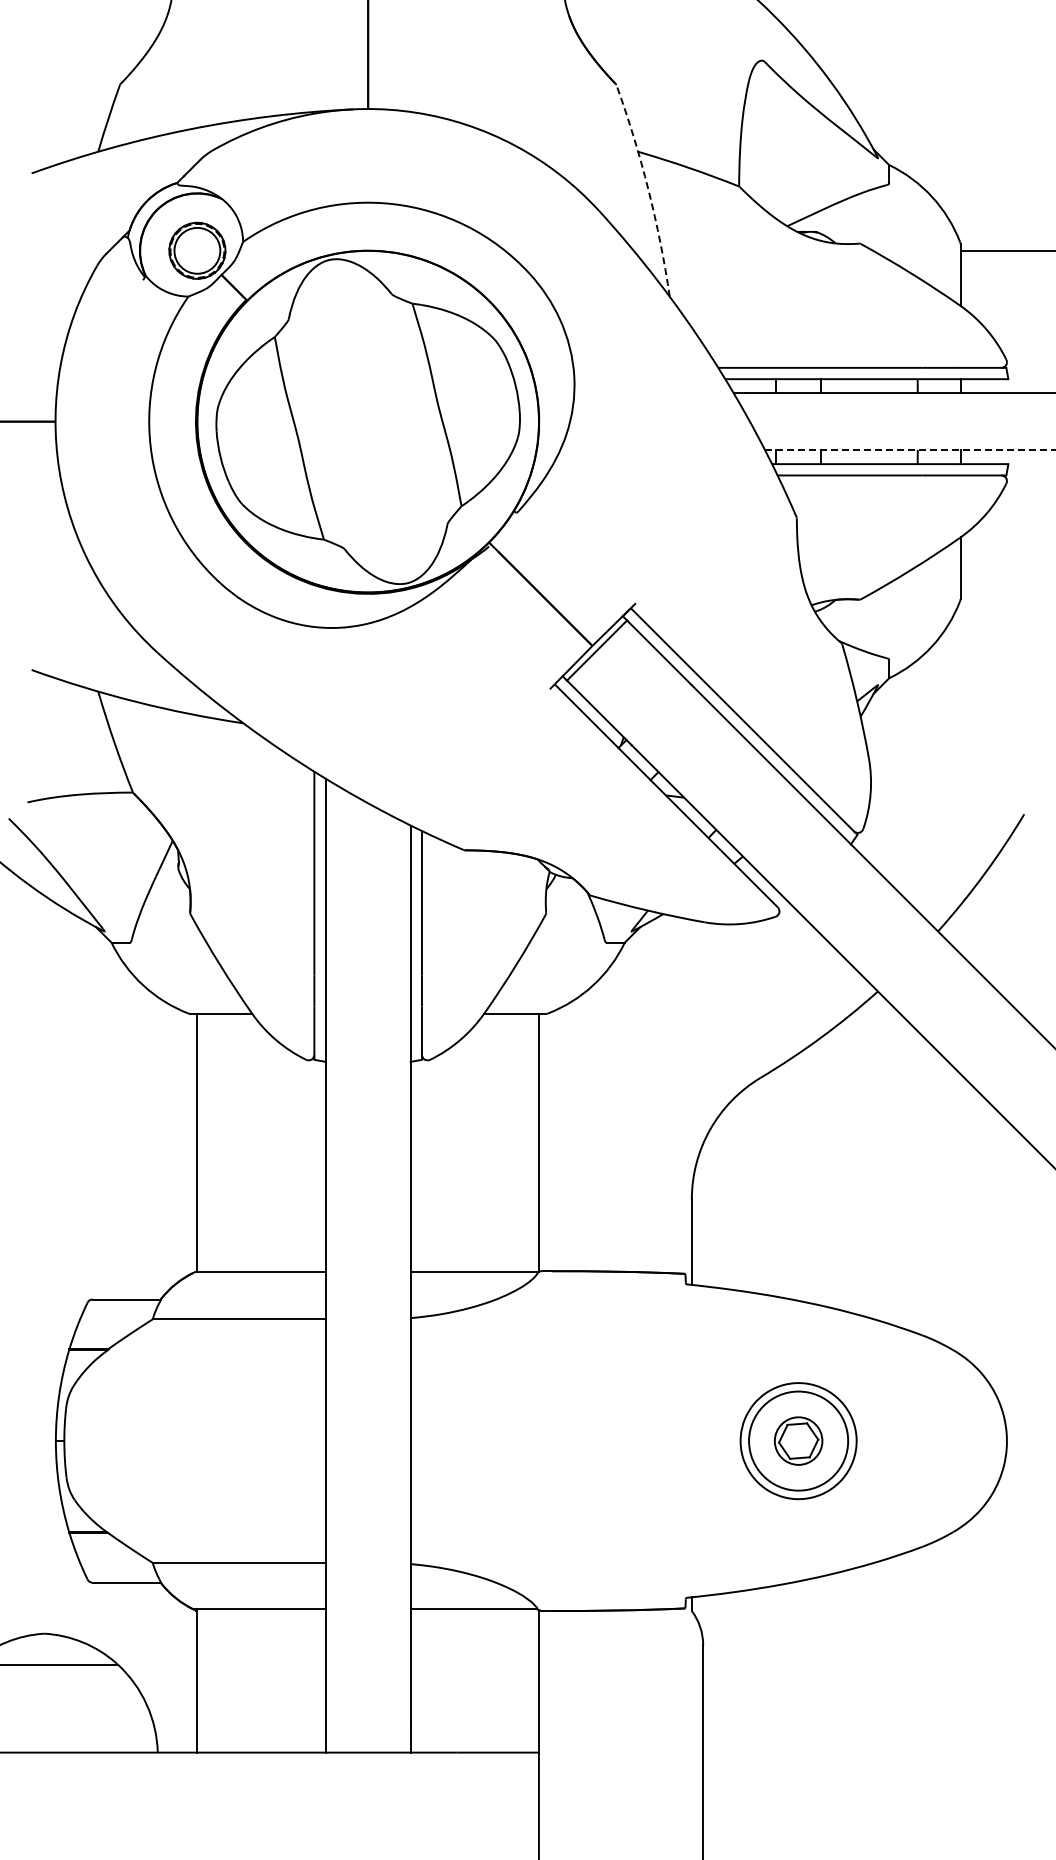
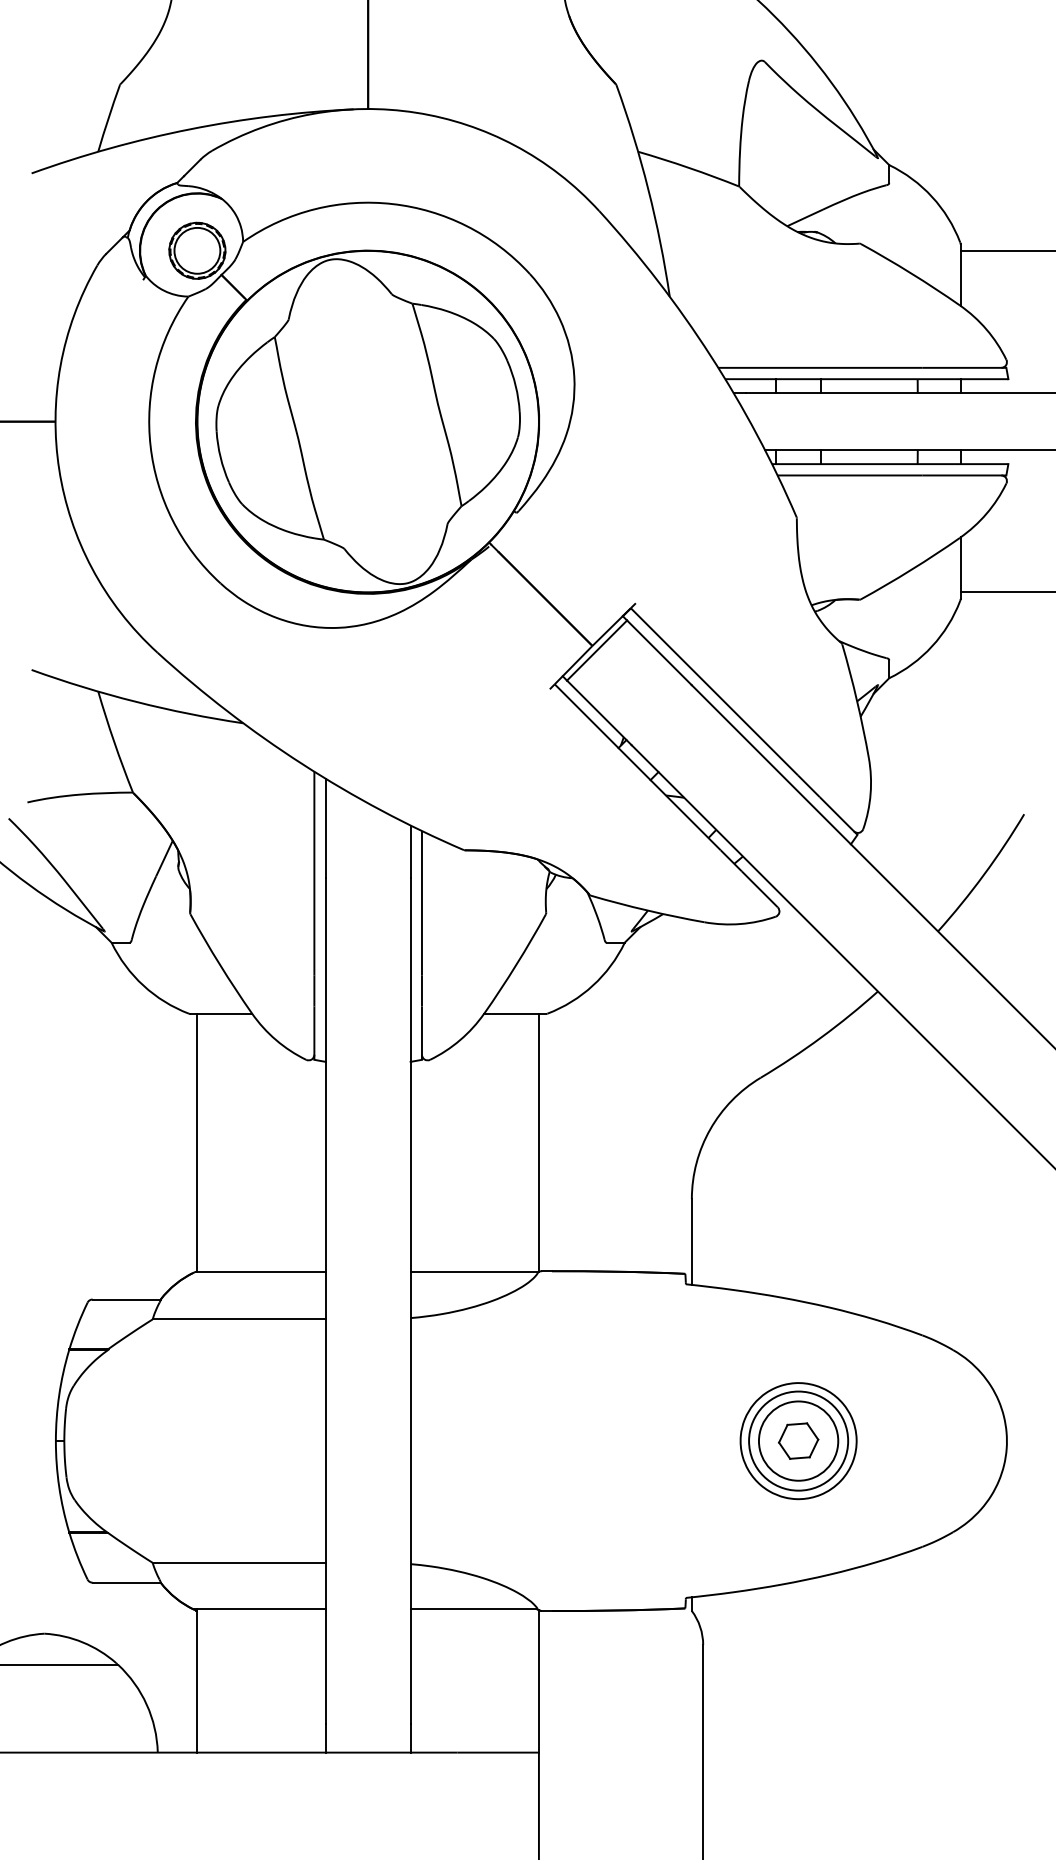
arc at (648, 189): dashed -> solid
line at (910, 449): dashed -> solid
line at (1006, 592): none -> present
circle at (798, 1440) diameter: 48 px -> 79 px
